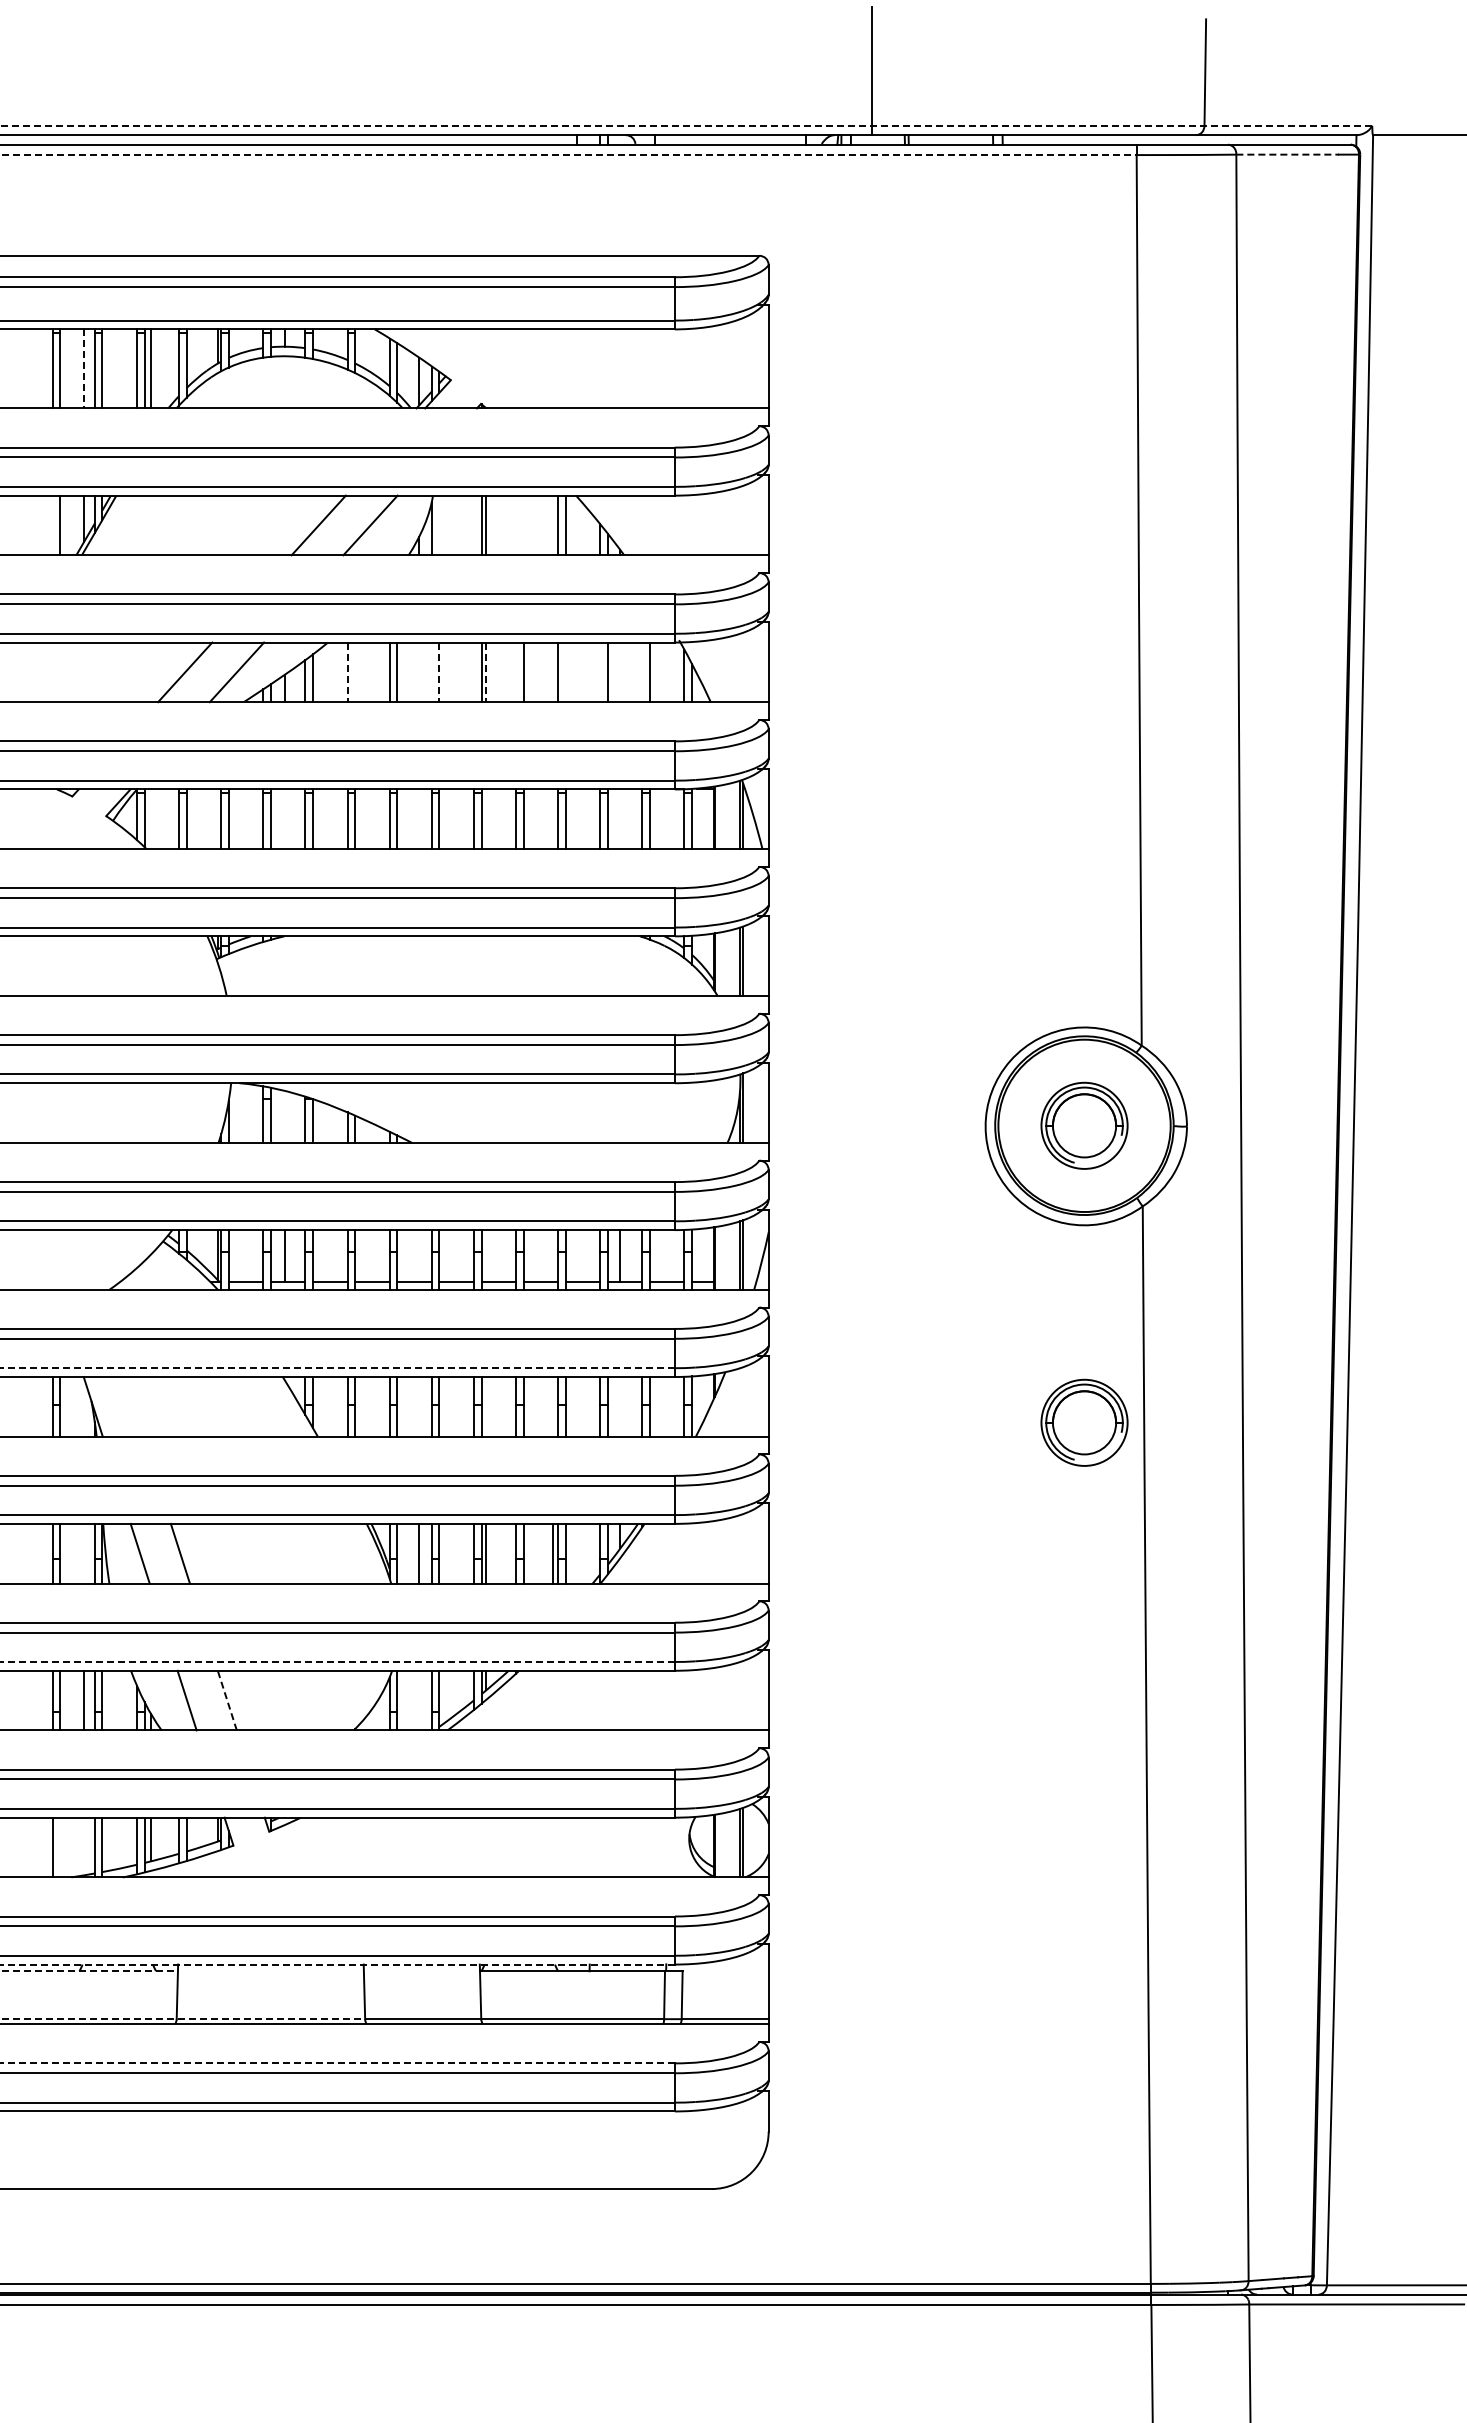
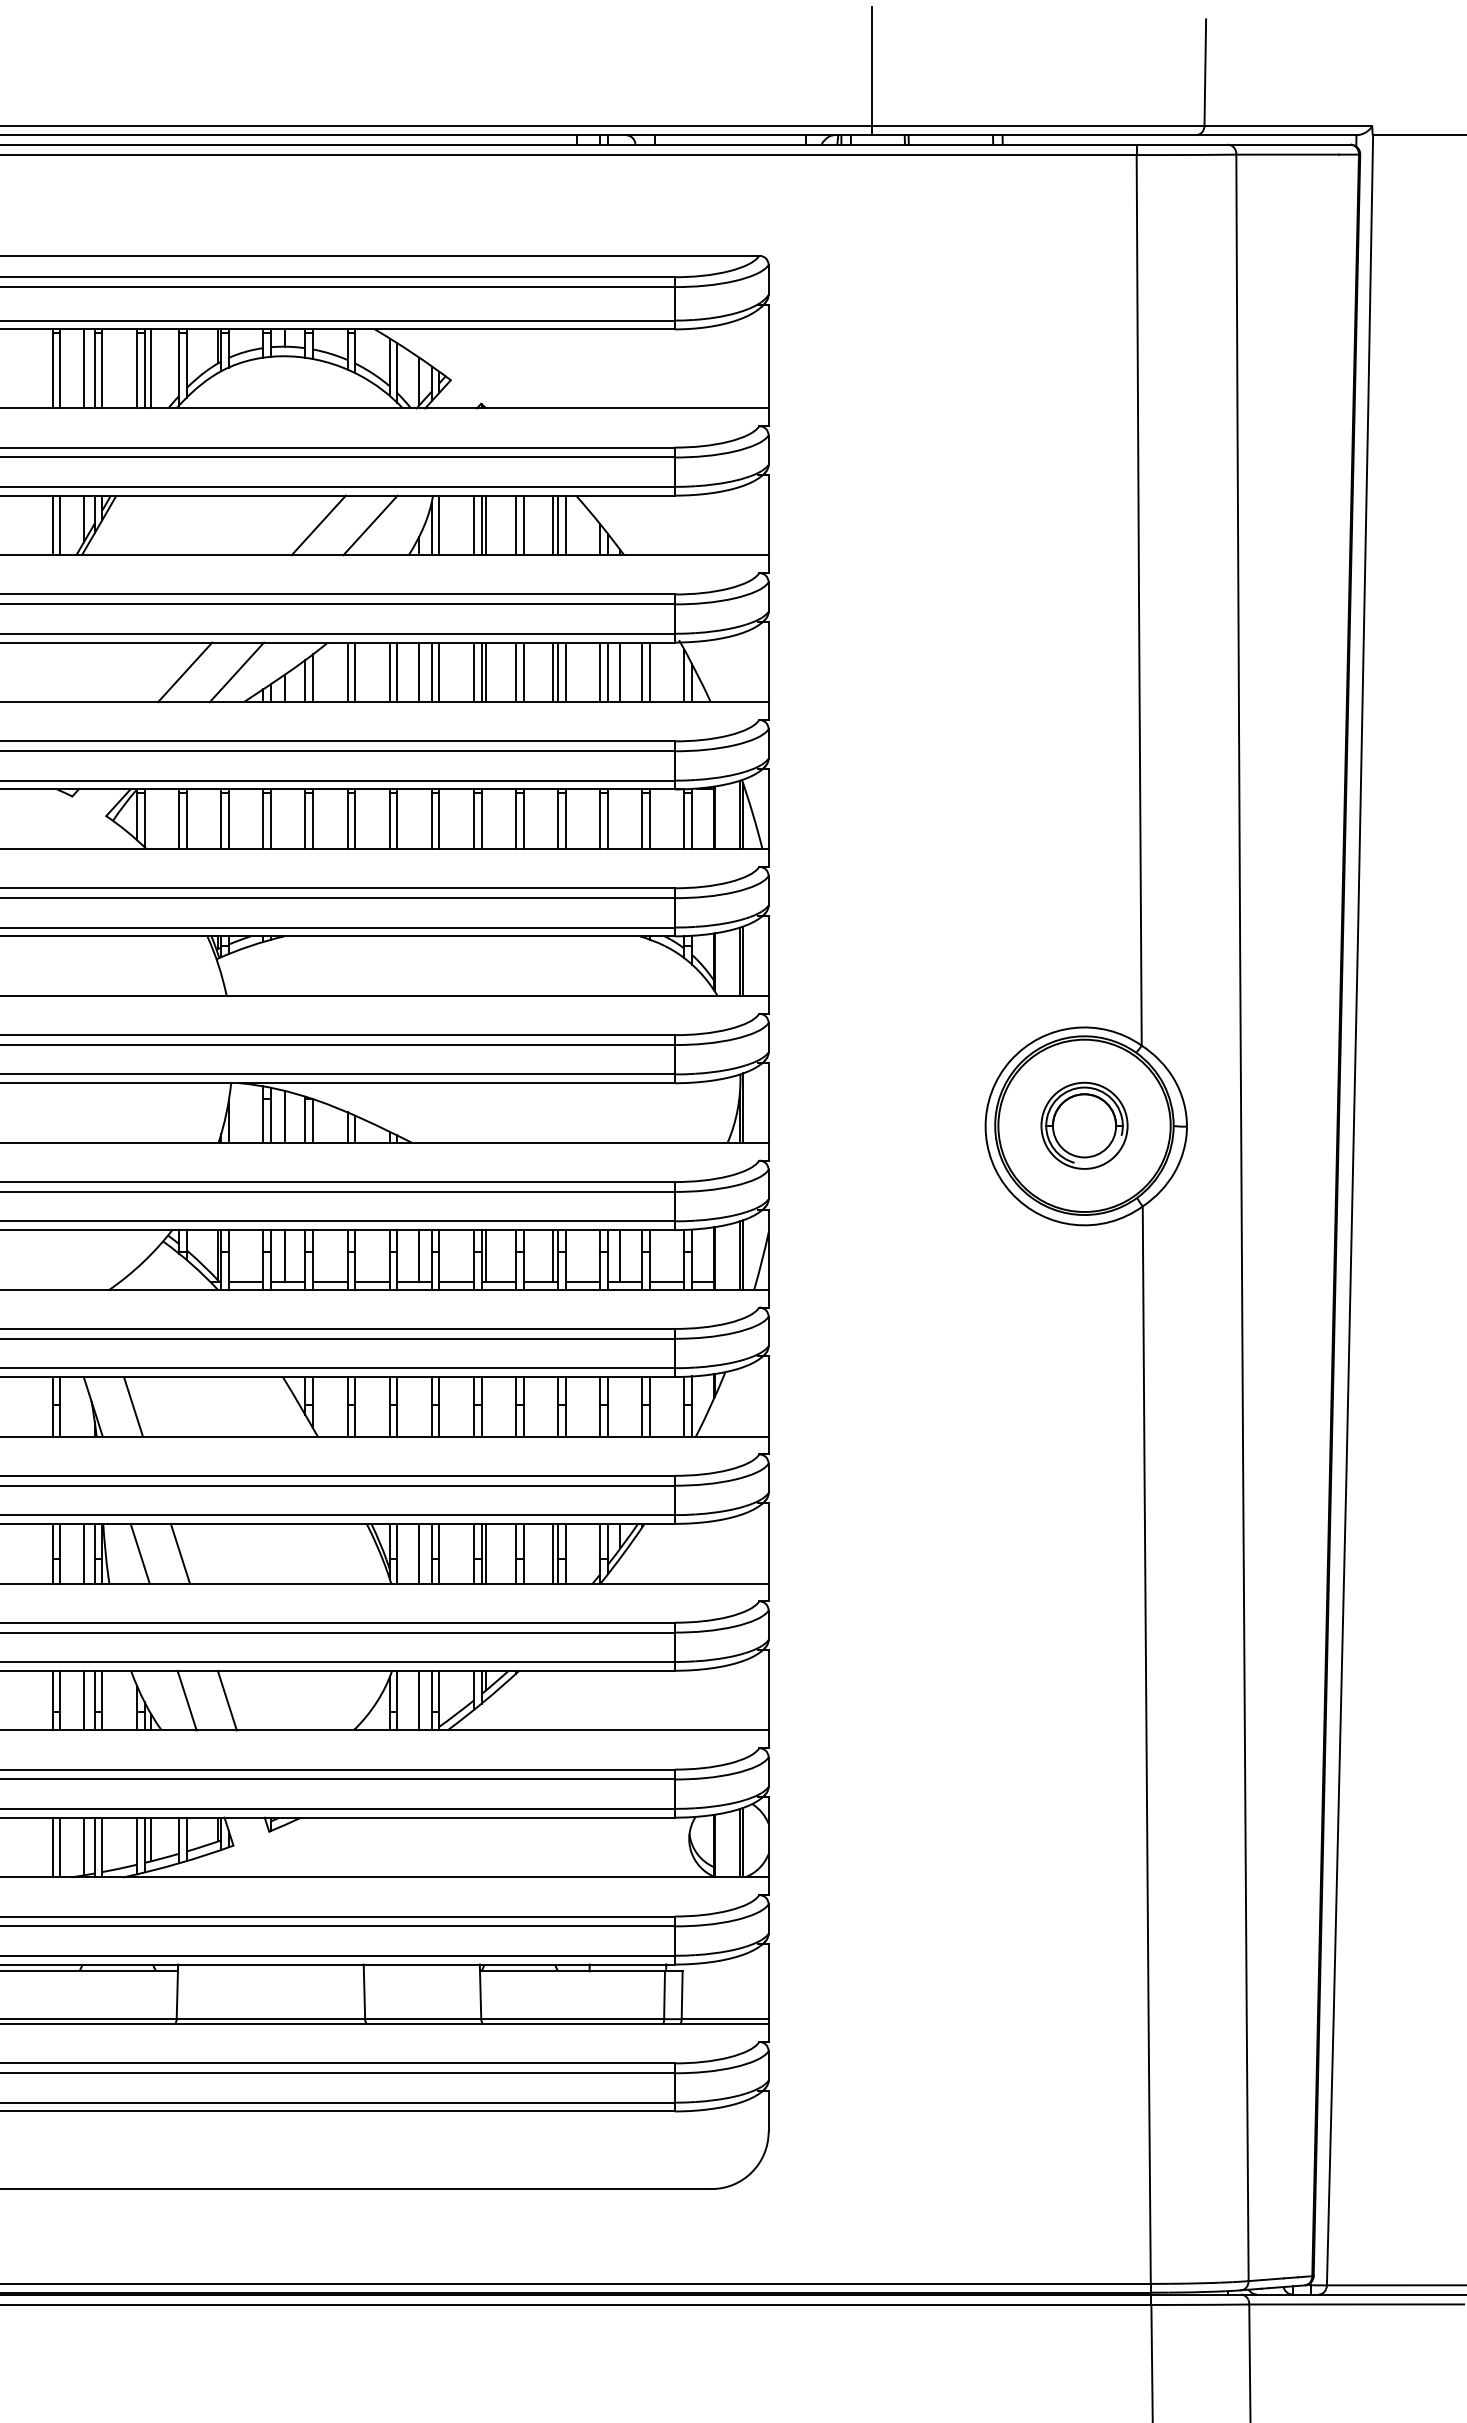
line at (686, 125): dashed -> solid
line at (1288, 154): dashed -> solid
line at (568, 155): dashed -> solid
line at (84, 368): dashed -> solid
line at (52, 525): none -> present
line at (439, 525): none -> present
line at (473, 525): none -> present
line at (515, 525): none -> present
line at (523, 525): none -> present
line at (553, 525): none -> present
line at (347, 672): dashed -> solid
line at (355, 672): none -> present
line at (419, 672): none -> present
line at (431, 672): none -> present
line at (439, 672): dashed -> solid
line at (473, 672): none -> present
line at (486, 672): dashed -> solid
line at (515, 672): none -> present
line at (553, 672): none -> present
line at (565, 672): none -> present
line at (600, 672): none -> present
line at (620, 672): none -> present
line at (642, 672): none -> present
line at (285, 1116): none -> present
line at (419, 1256): none -> present
line at (486, 1256): none -> present
line at (553, 1256): none -> present
line at (337, 1368): dashed -> solid
line at (133, 1406): none -> present
part at (1084, 1422): present -> none
line at (84, 1553): none -> present
line at (337, 1661): dashed -> solid
line at (227, 1700): dashed -> solid
line at (419, 1700): none -> present
line at (84, 1846): none -> present
line at (60, 1847): none -> present
line at (337, 1964): dashed -> solid
line at (89, 1971): dashed -> solid
line at (183, 2019): dashed -> solid
line at (337, 2063): dashed -> solid
